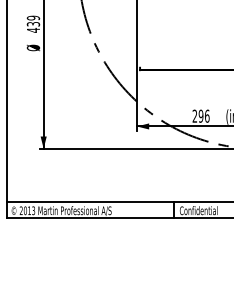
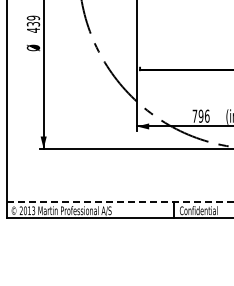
text at (194, 115): 296 -> 796
line at (120, 201): solid -> dashed
